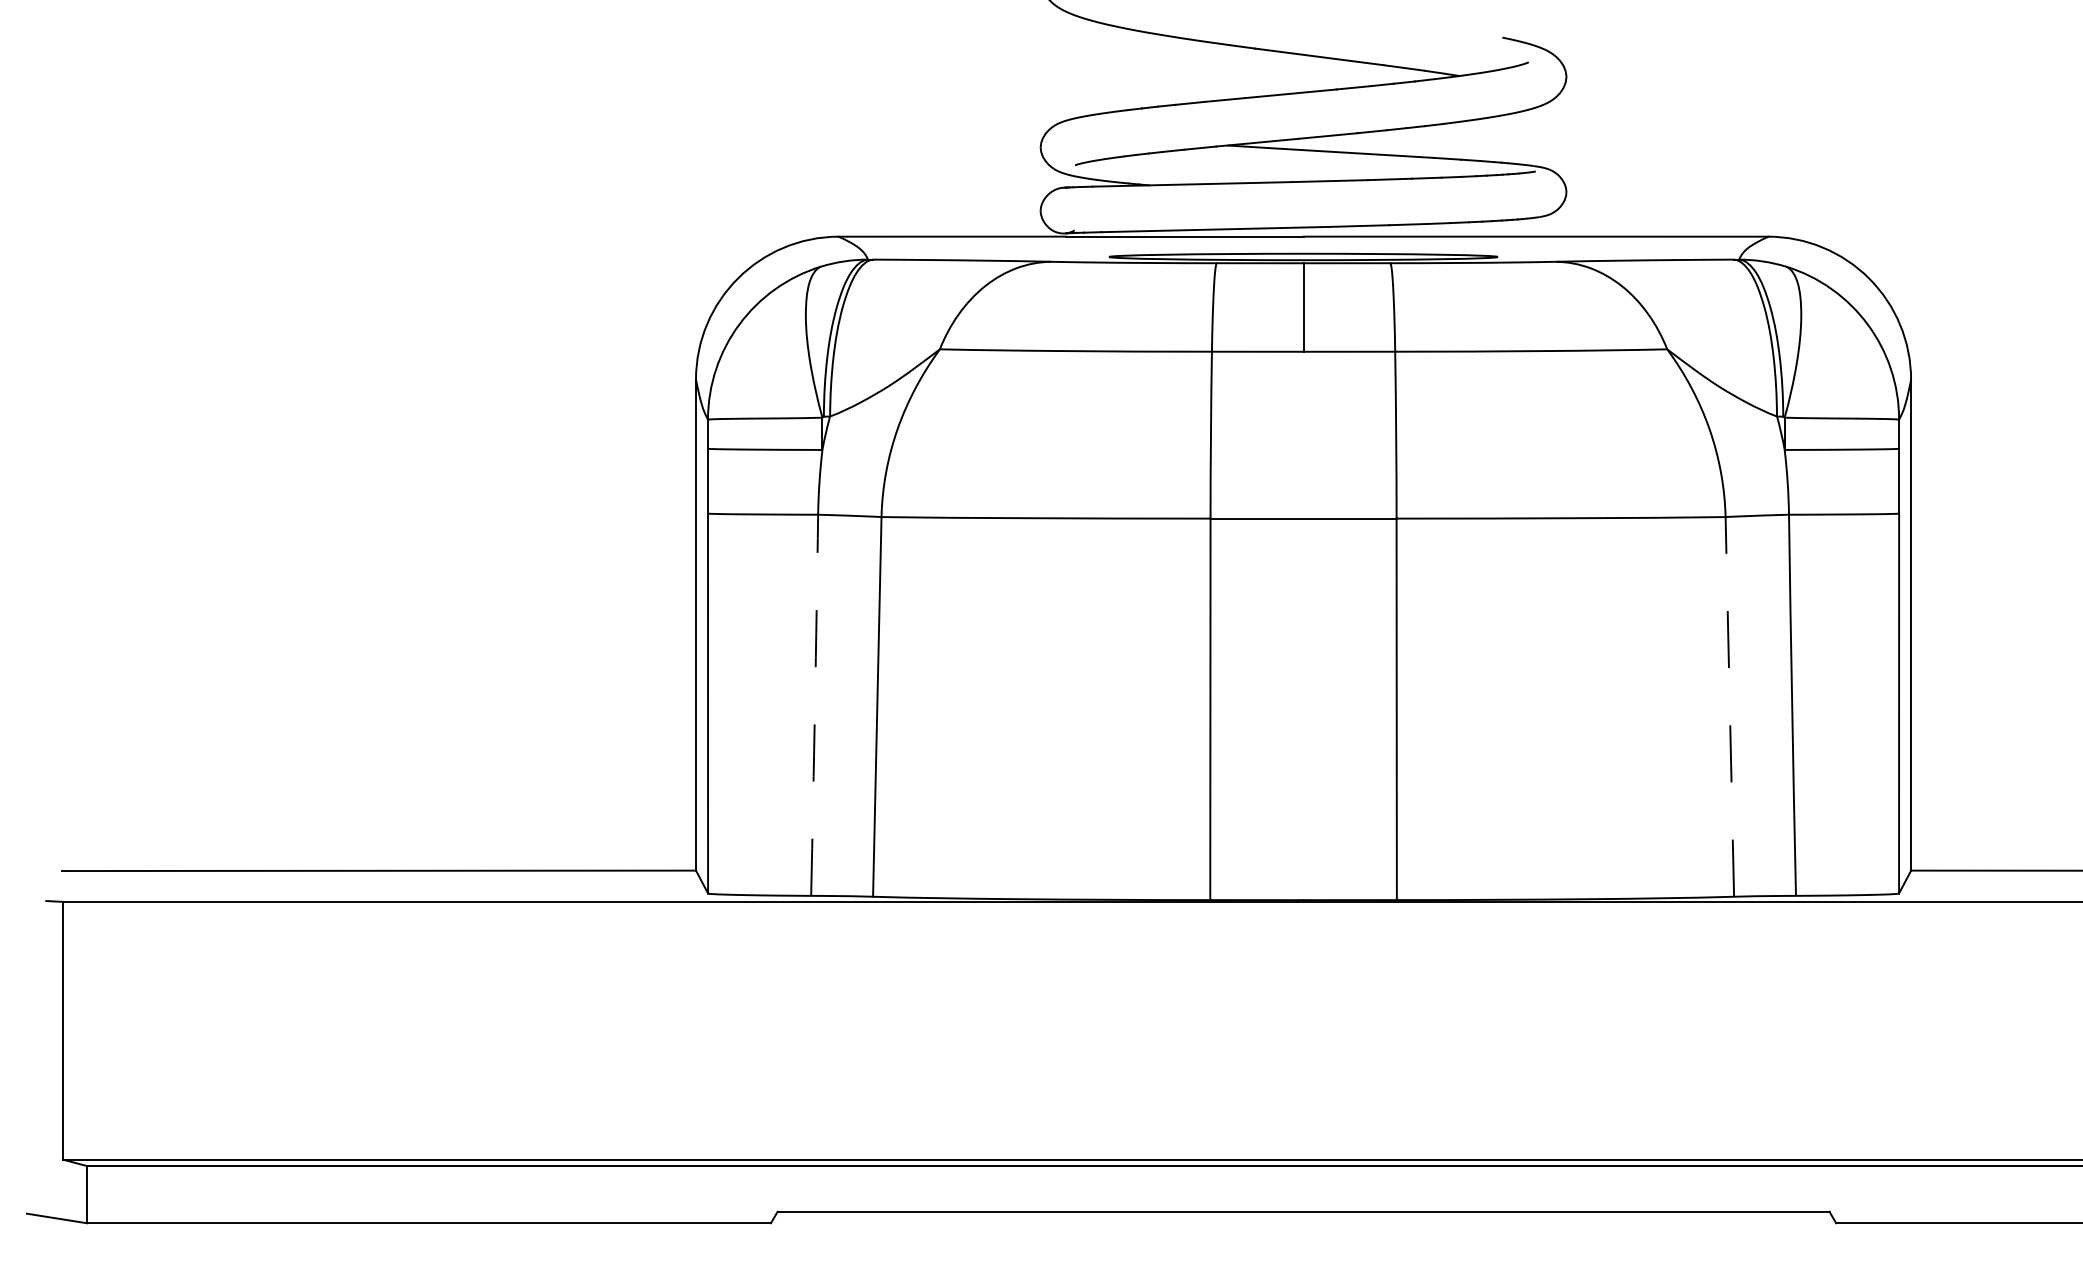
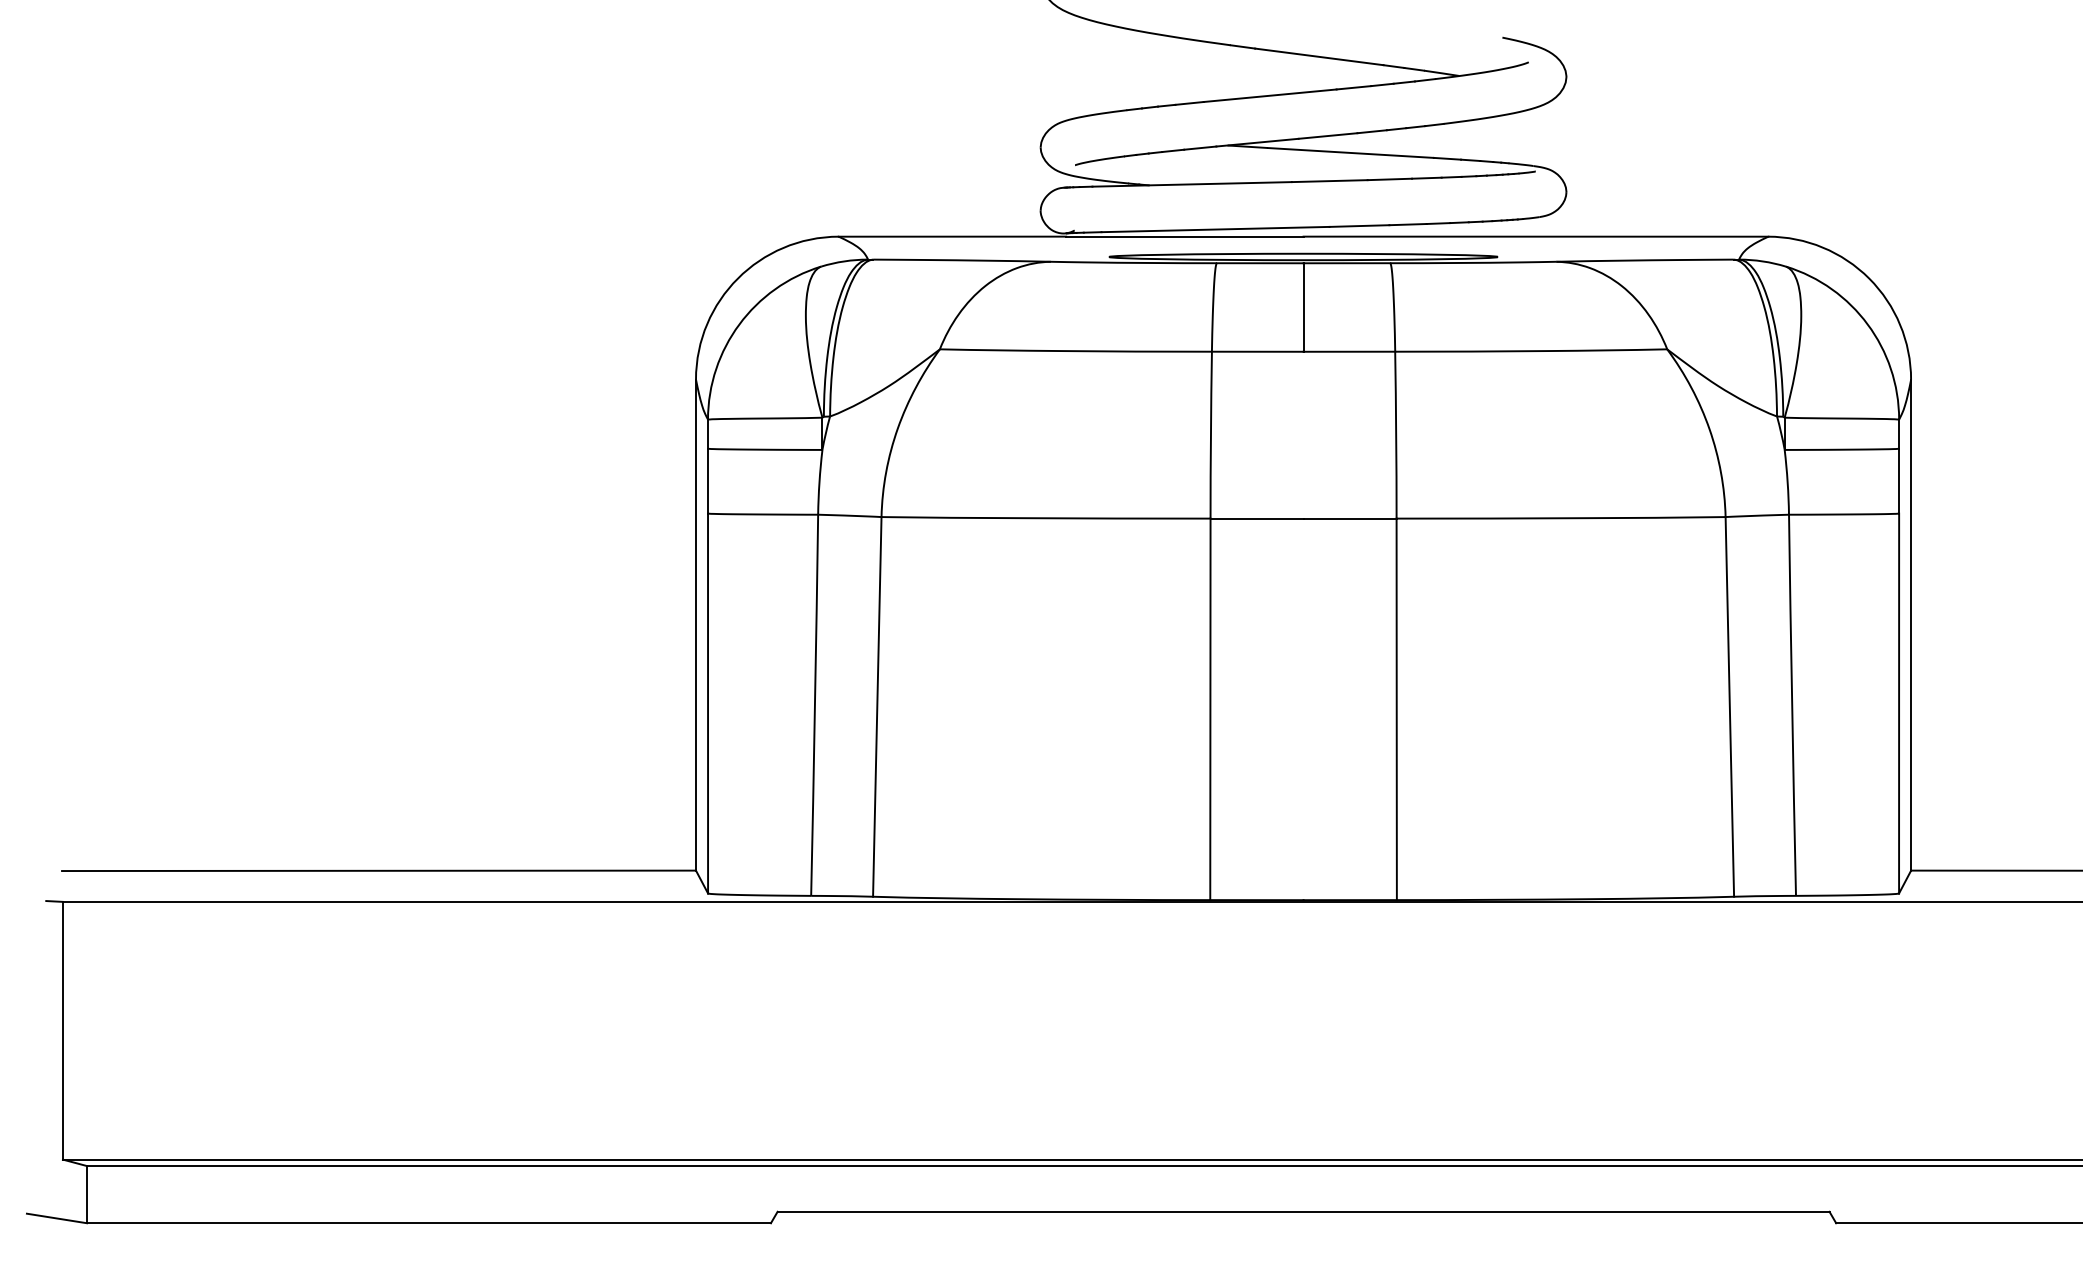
arc at (815, 705): dashed -> solid
line at (1729, 706): dashed -> solid
